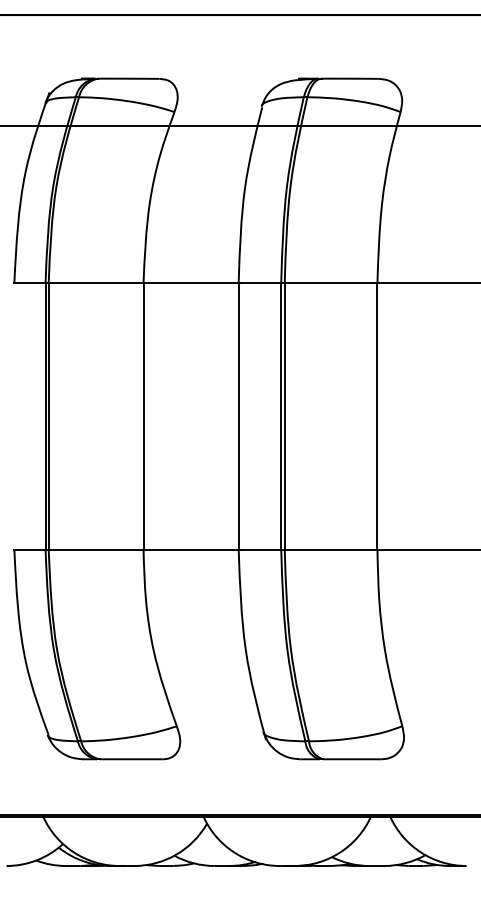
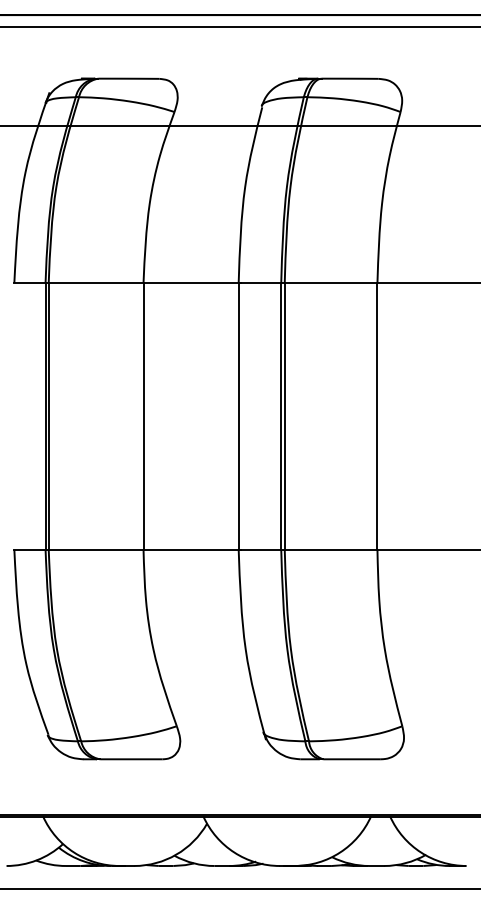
line at (239, 27): none -> present
line at (239, 888): none -> present
